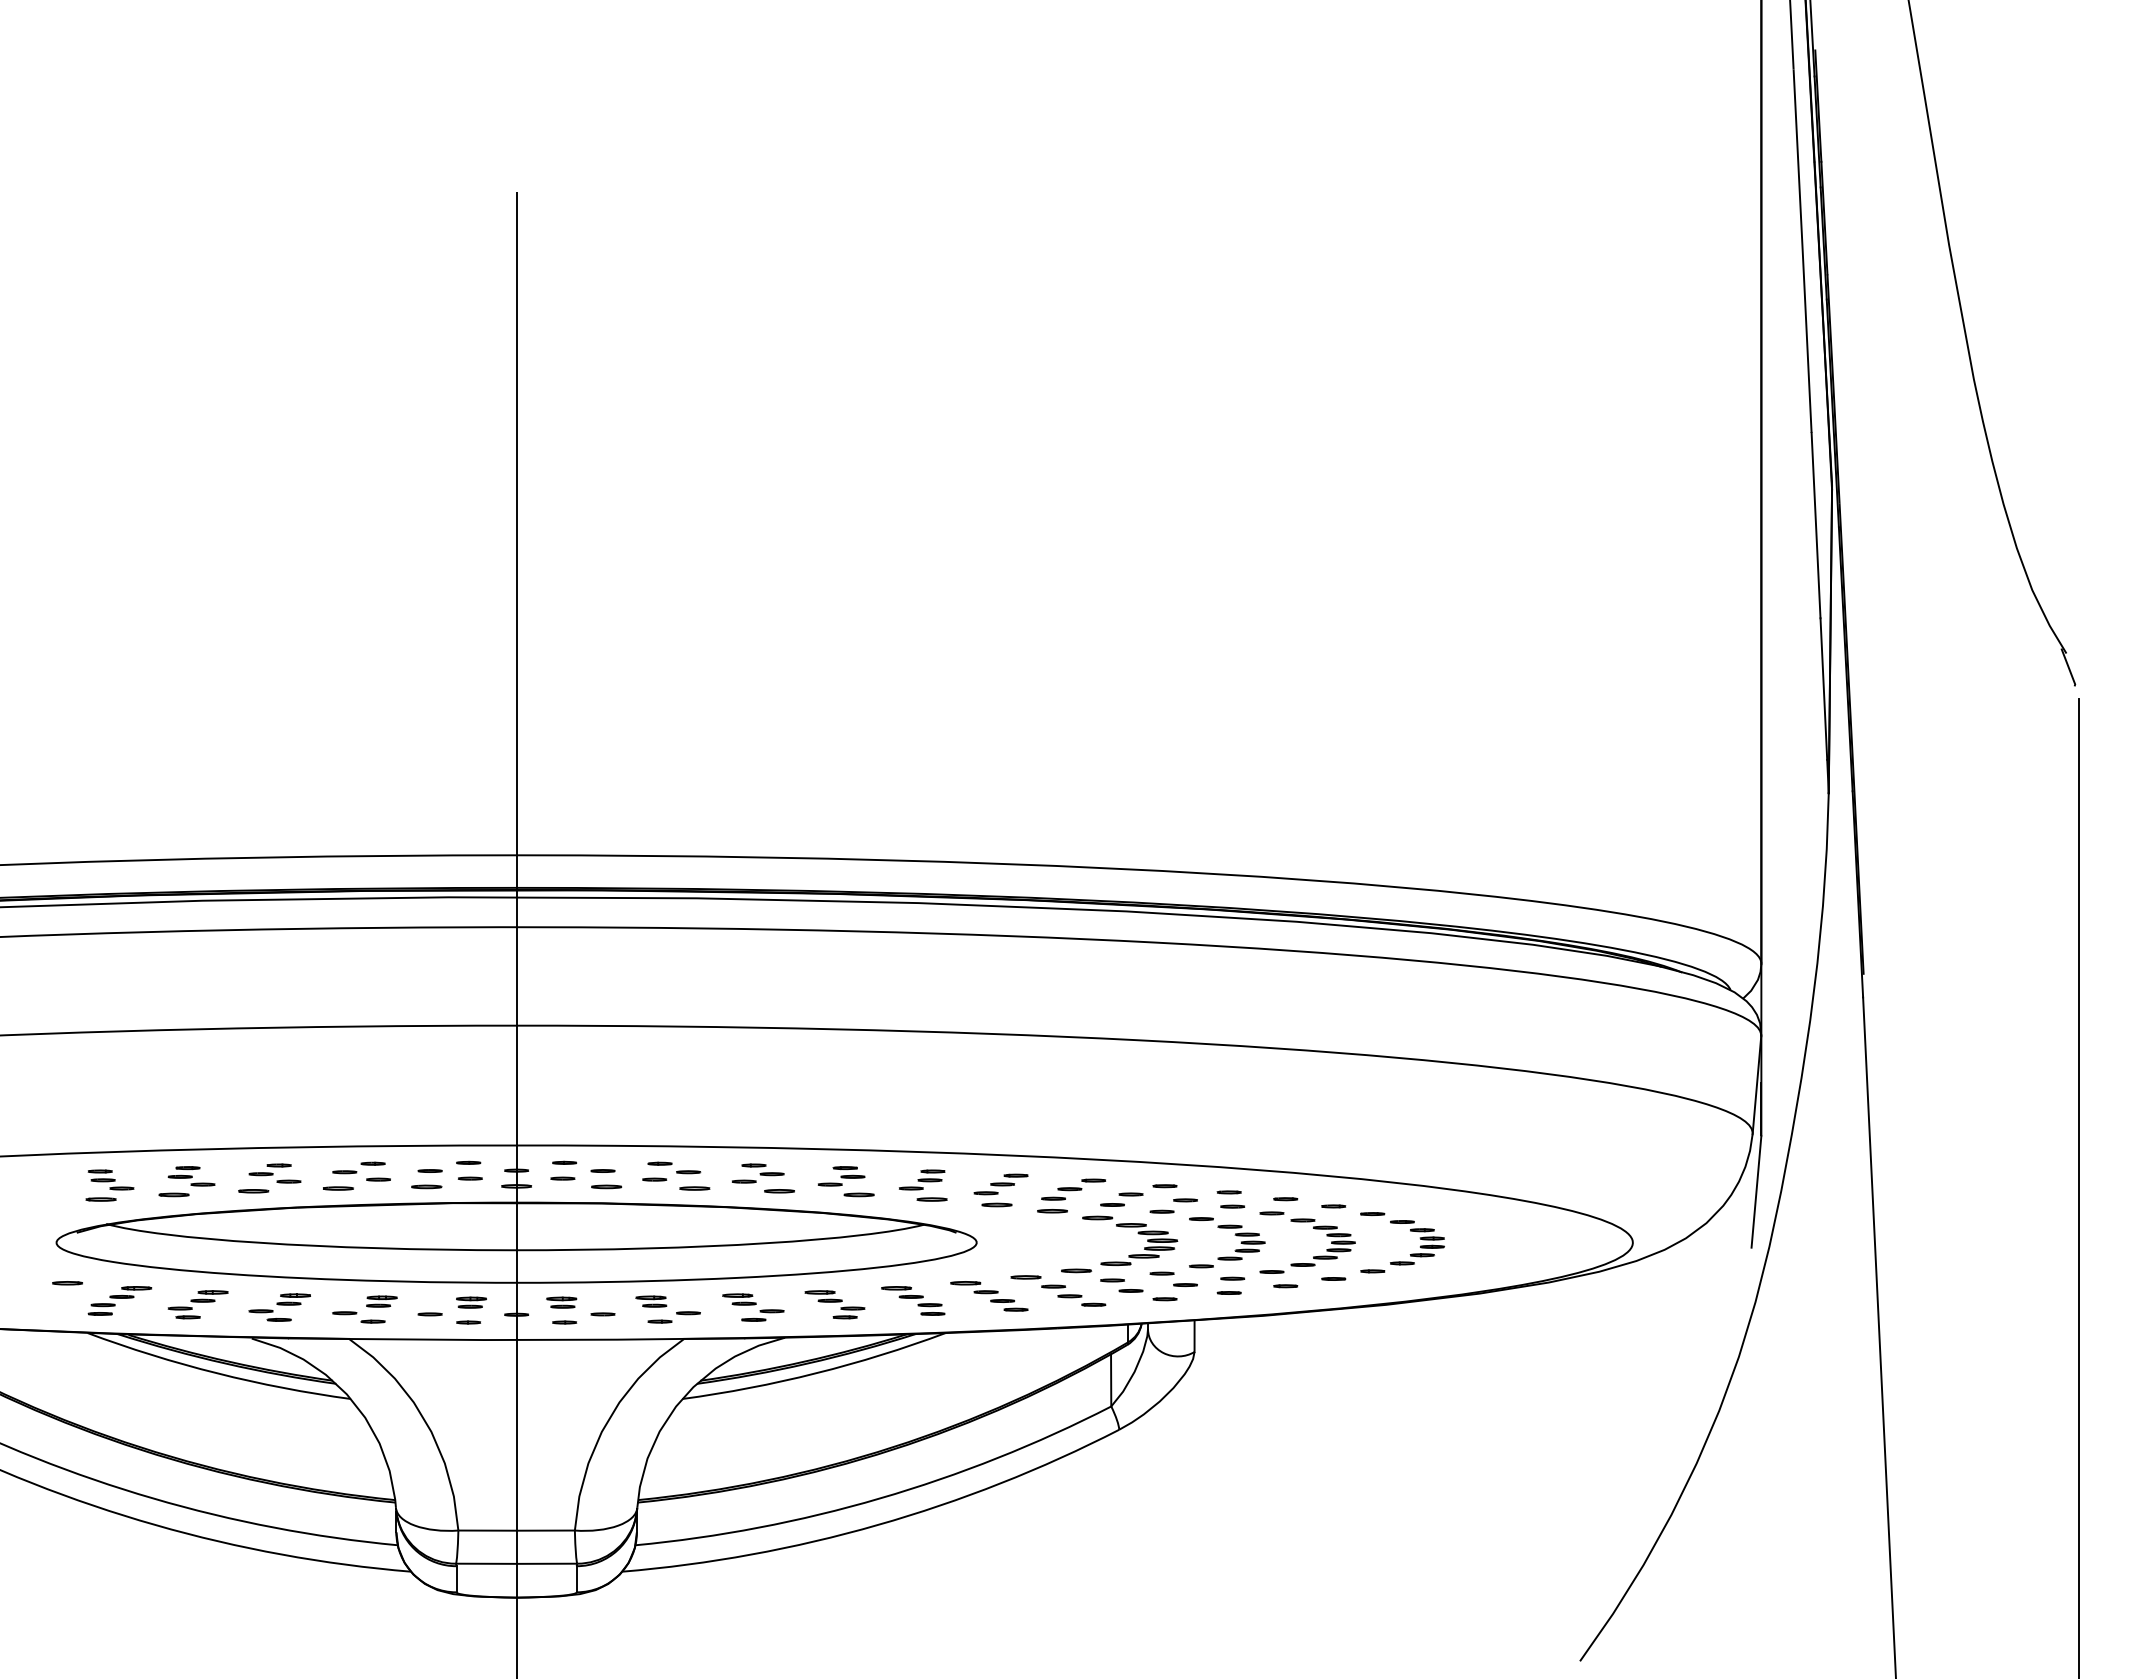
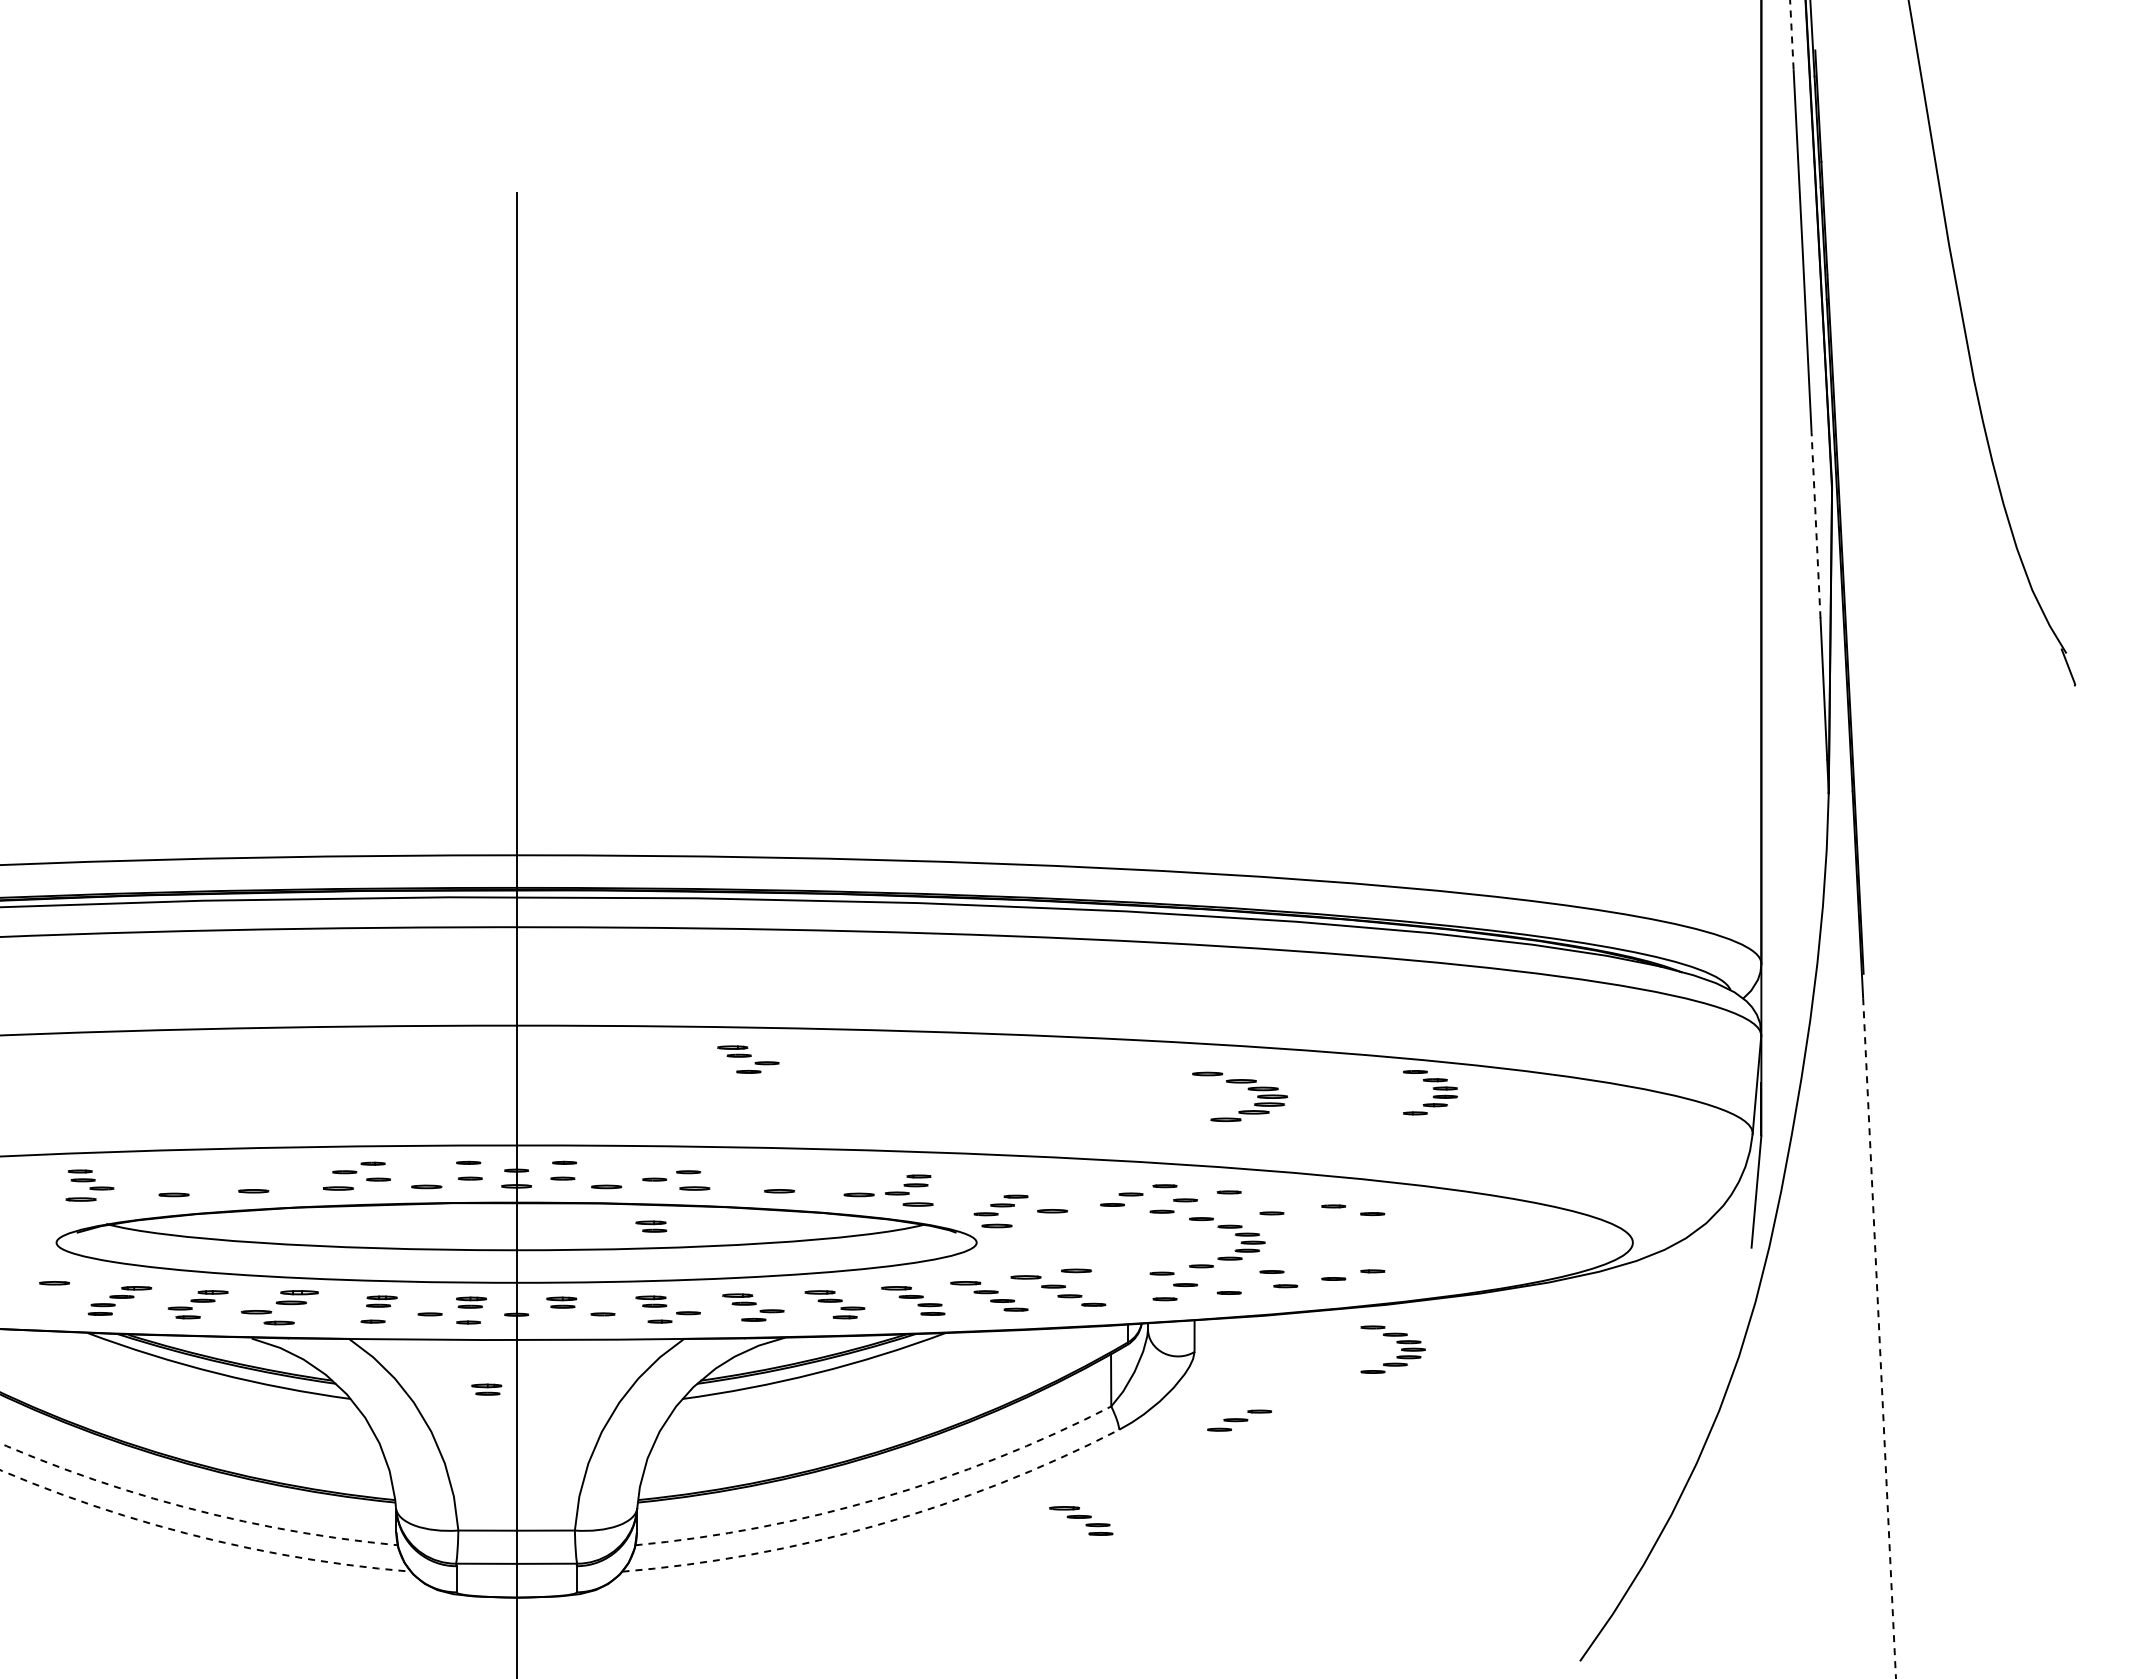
arc at (1791, 34): solid -> dashed
line at (1816, 525): solid -> dashed
part at (748, 1059): none -> present
line at (659, 1163): present -> none
line at (429, 1170): present -> none
line at (602, 1170): present -> none
part at (274, 1173): present -> none
part at (757, 1173): present -> none
part at (191, 1176): present -> none
part at (841, 1176): present -> none
part at (109, 1185) position: (109, 1185) -> (89, 1185)
part at (923, 1185) position: (923, 1185) -> (909, 1190)
line at (2078, 1186): present -> none
part at (1073, 1189) position: (1073, 1189) -> (1239, 1420)
part at (1000, 1190) position: (1000, 1190) -> (1000, 1211)
line at (1285, 1199): present -> none
line at (1232, 1206): present -> none
part at (651, 1226): none -> present
part at (1137, 1233) position: (1137, 1233) -> (1247, 1089)
part at (1326, 1236) position: (1326, 1236) -> (1396, 1343)
part at (1417, 1242) position: (1417, 1242) -> (1430, 1092)
line at (1232, 1278): present -> none
line at (67, 1283) position: (67, 1283) -> (54, 1283)
part at (1121, 1285): present -> none
part at (279, 1307) size: 63x29 px -> 79x36 px
line at (344, 1313): present -> none
line at (564, 1322): present -> none
line at (1879, 1337): solid -> dashed
part at (486, 1389): none -> present
arc at (880, 1498): solid -> dashed
arc at (194, 1509): solid -> dashed
part at (1081, 1520): none -> present
arc at (877, 1525): solid -> dashed
arc at (201, 1537): solid -> dashed
